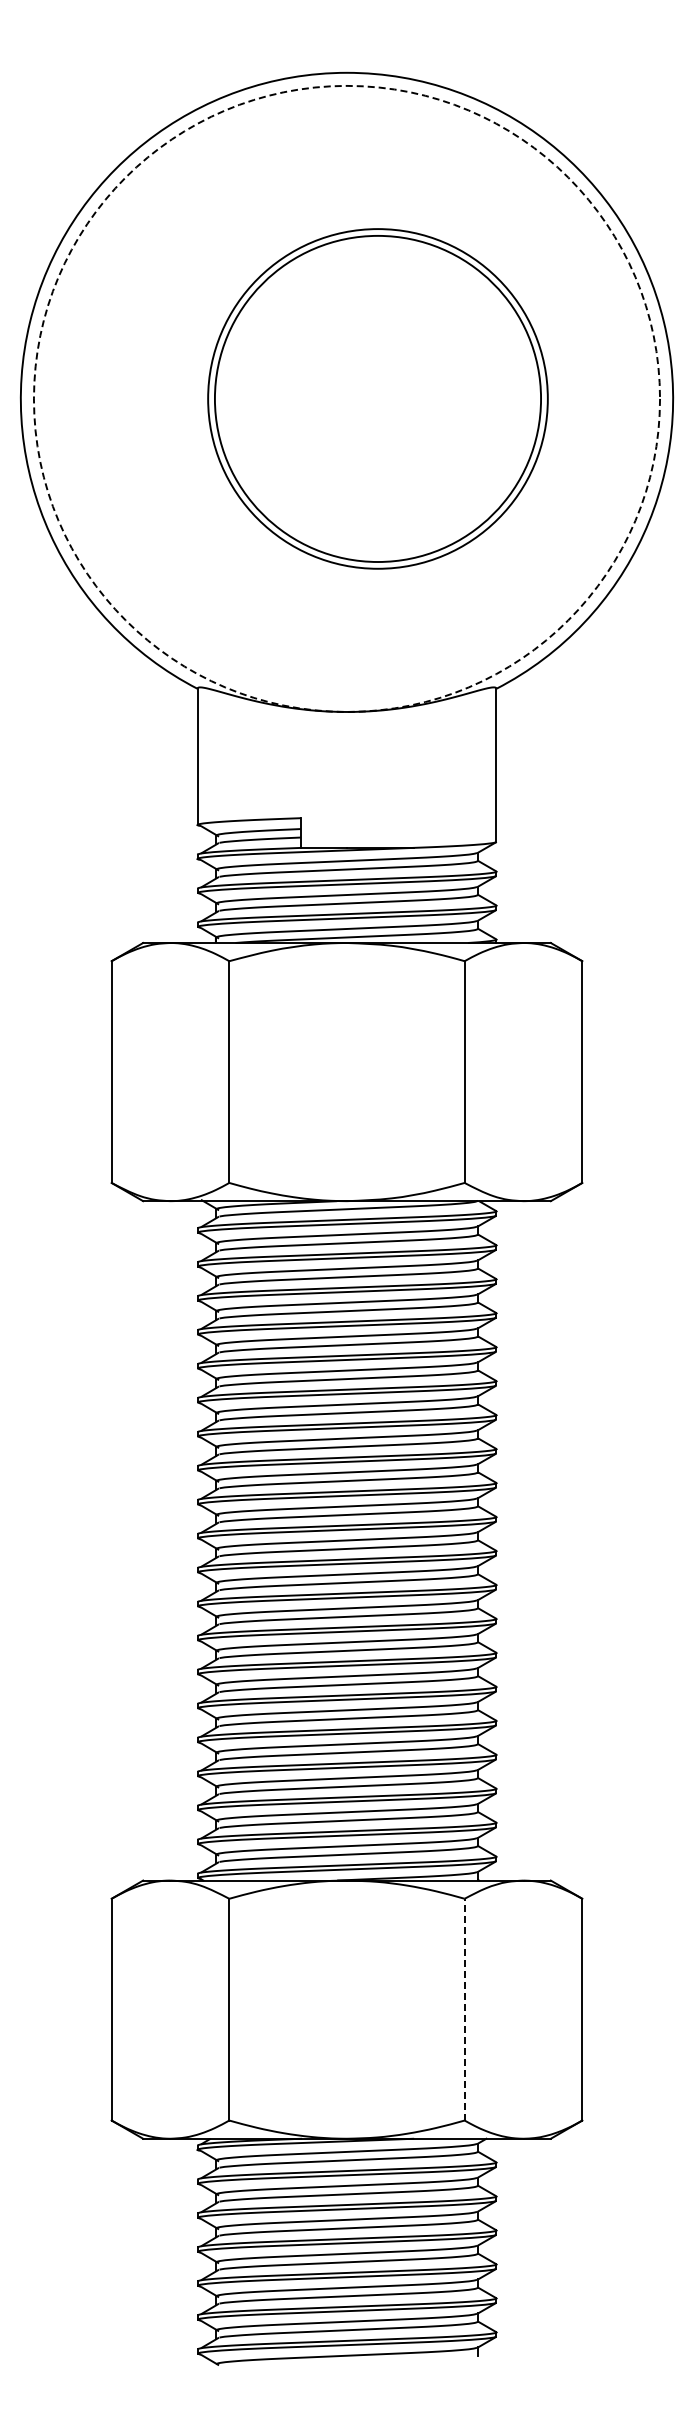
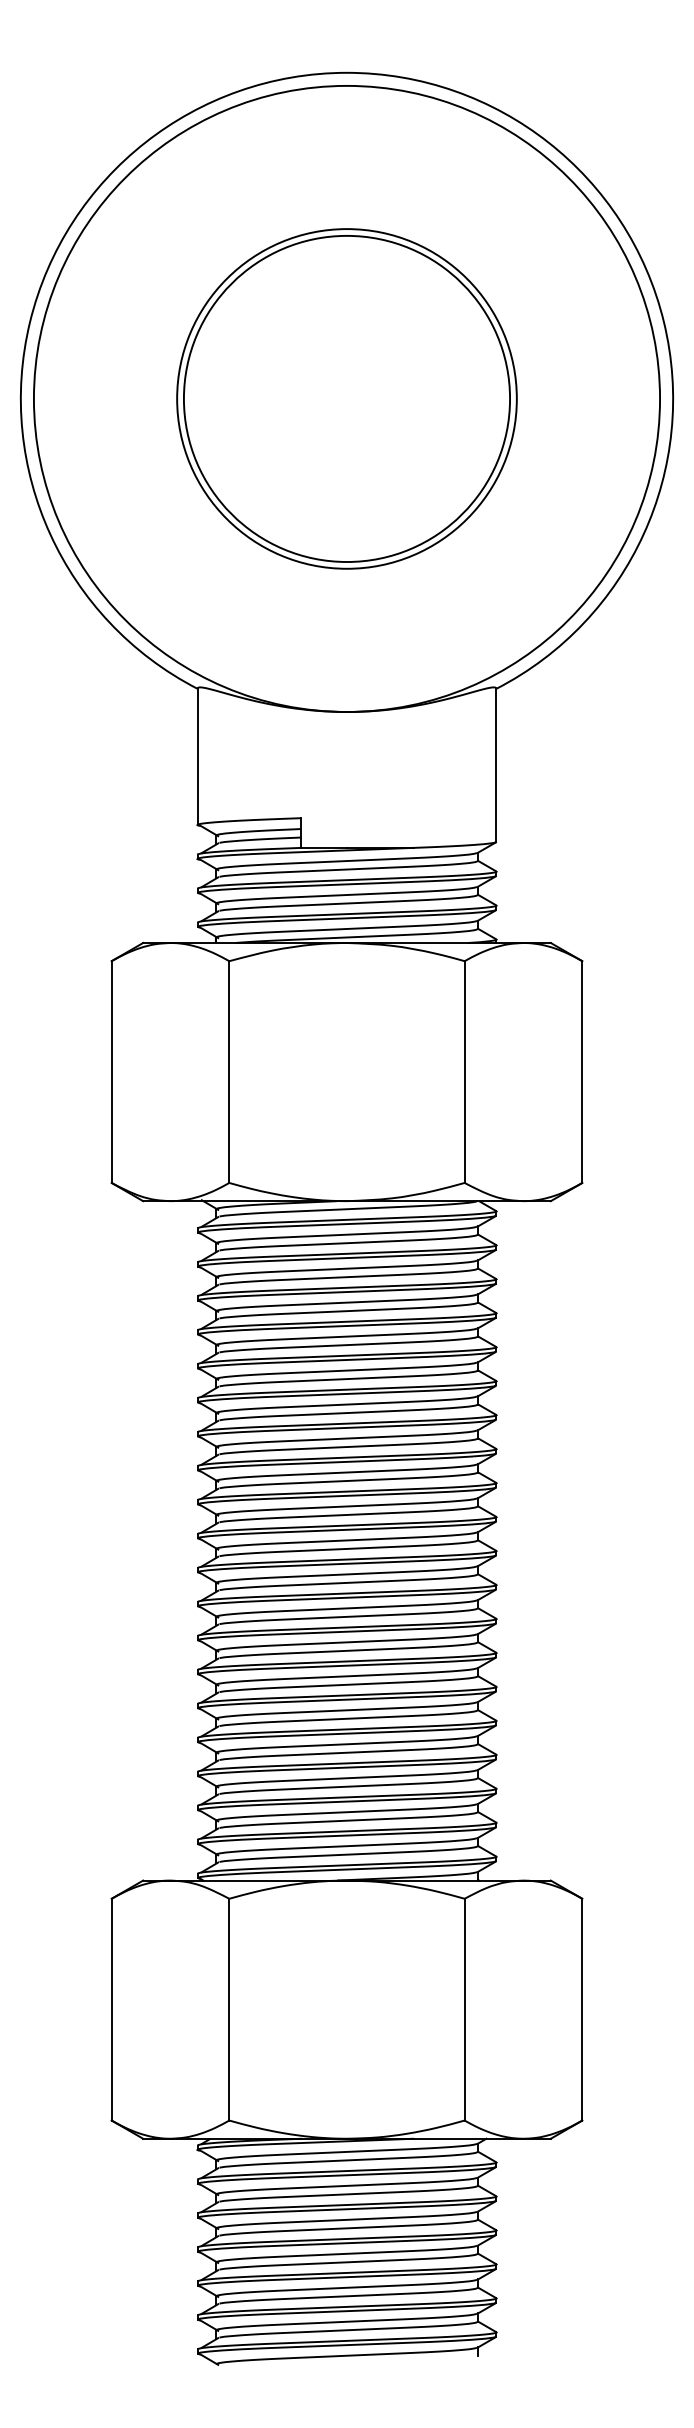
circle at (346, 398): dashed -> solid
part at (377, 398) position: (377, 398) -> (346, 398)
line at (464, 2009): dashed -> solid
